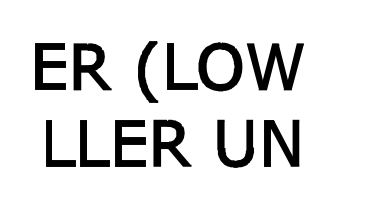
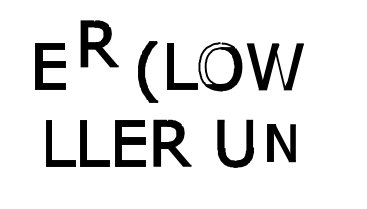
fill at (216, 64): present -> none
part at (92, 66) position: (92, 66) -> (99, 43)
fill at (281, 66): present -> none
part at (281, 142) size: 36x48 px -> 29x39 px
